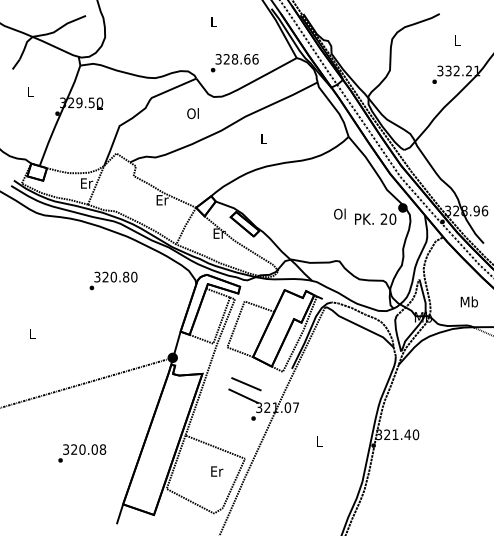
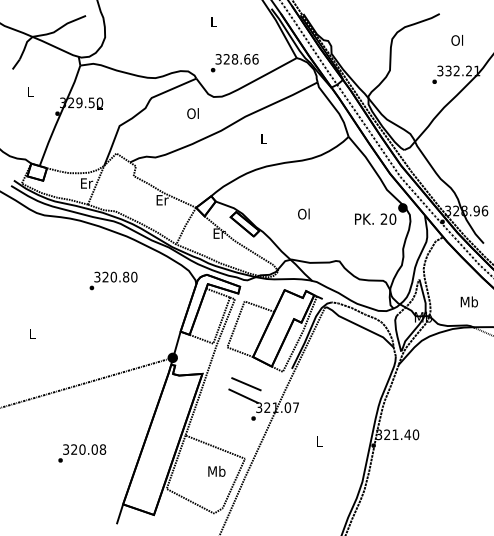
text at (457, 39): L -> Ol
text at (339, 213) position: (339, 213) -> (303, 213)
text at (216, 471): Er -> Mb
